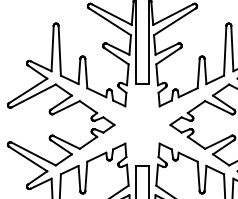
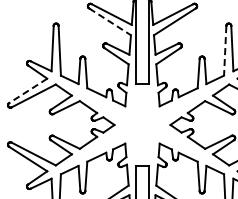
line at (110, 21): solid -> dashed
line at (225, 50): solid -> dashed
line at (28, 90): solid -> dashed
